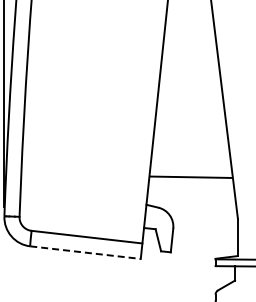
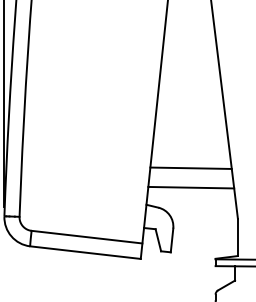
line at (190, 176) position: (190, 176) -> (190, 167)
line at (191, 187): none -> present
line at (85, 252): dashed -> solid
